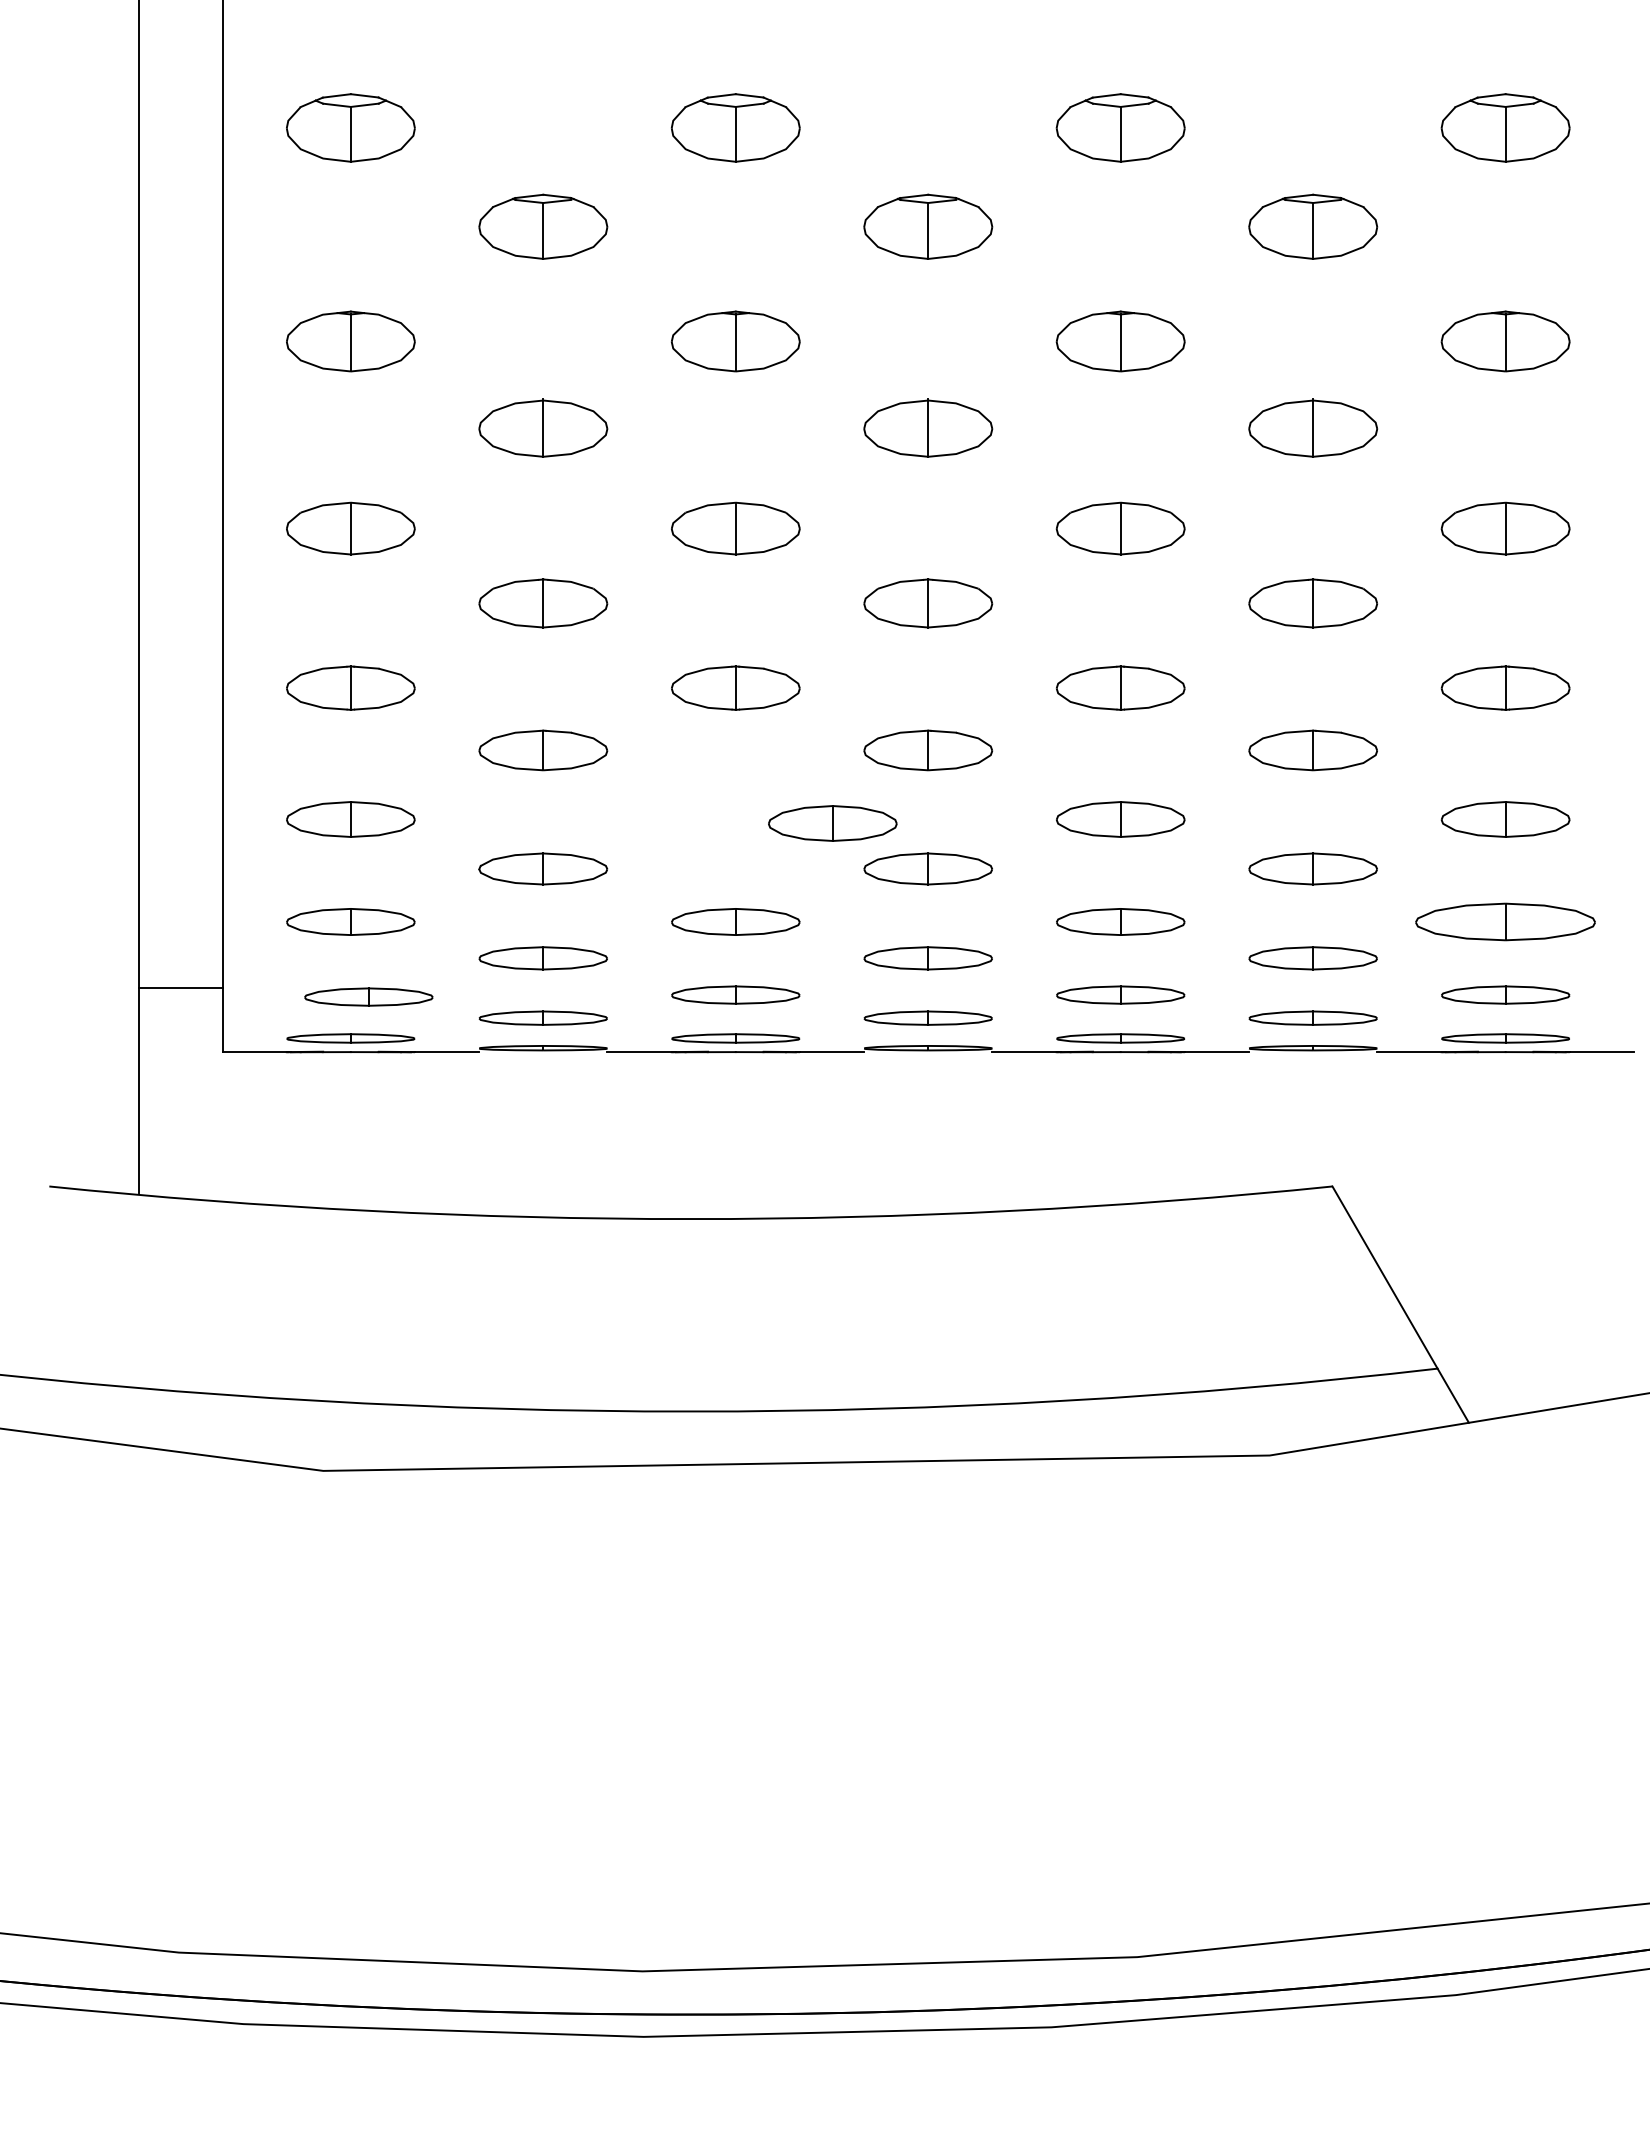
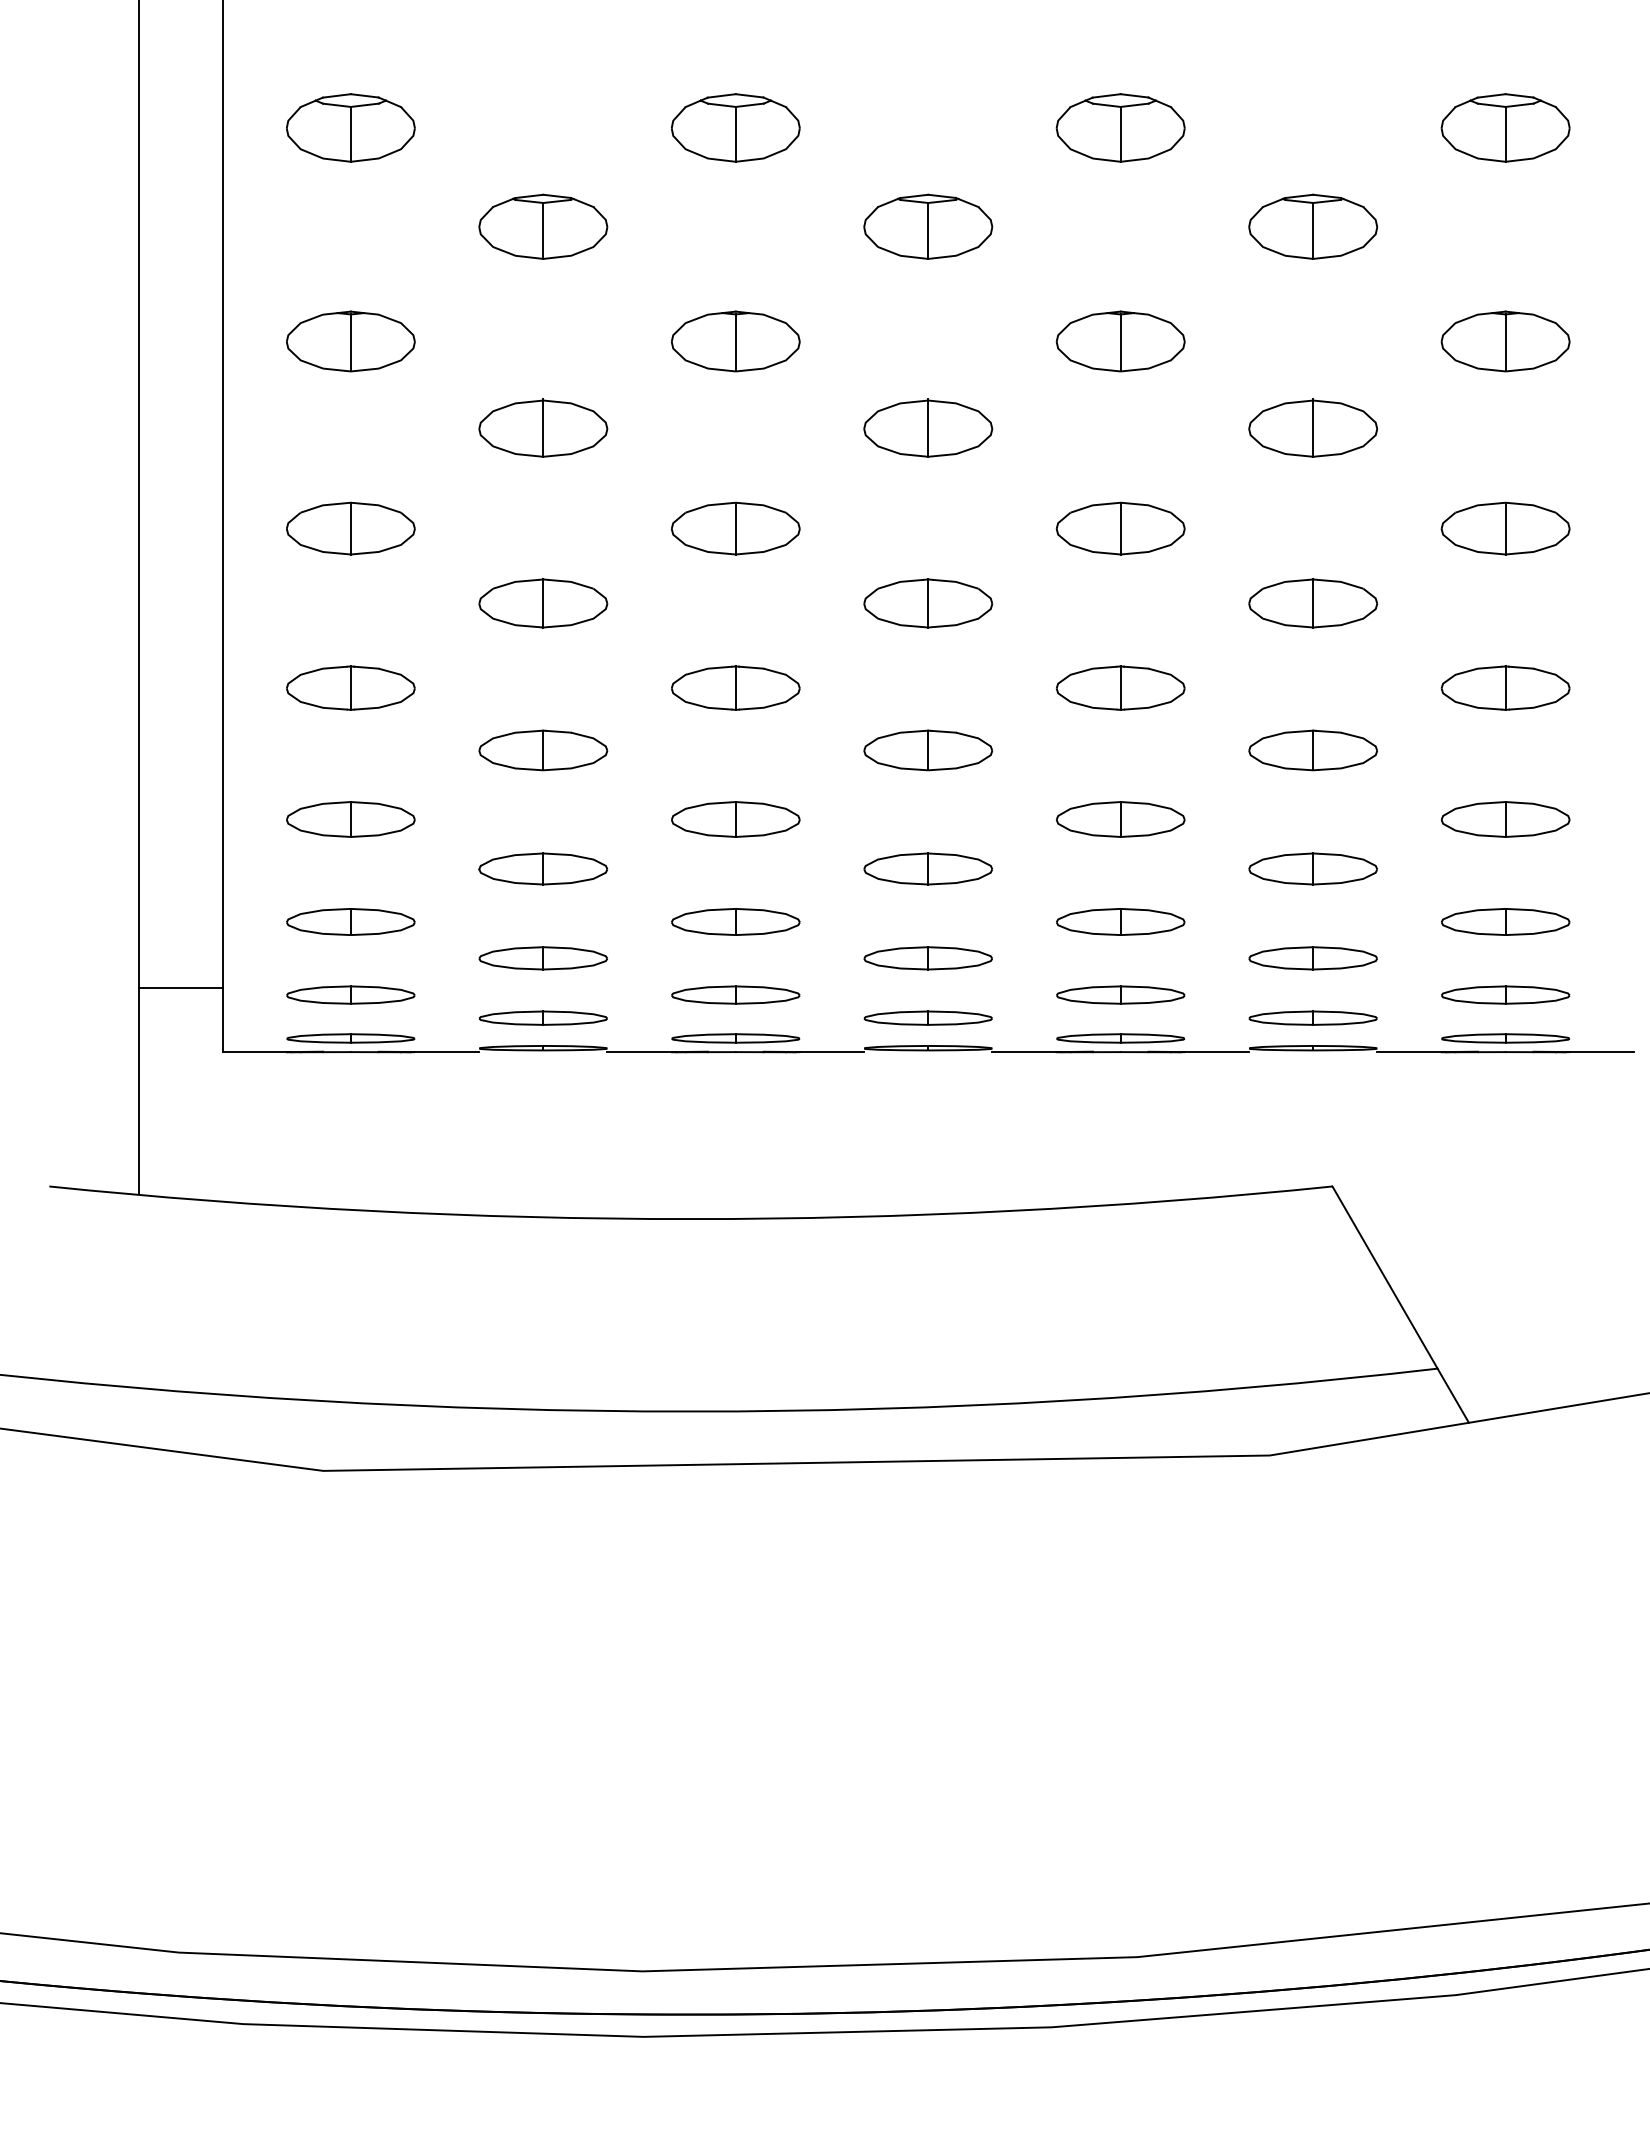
part at (832, 823) position: (832, 823) -> (735, 819)
part at (1505, 921) size: 181x40 px -> 130x28 px
part at (368, 996) position: (368, 996) -> (350, 994)
